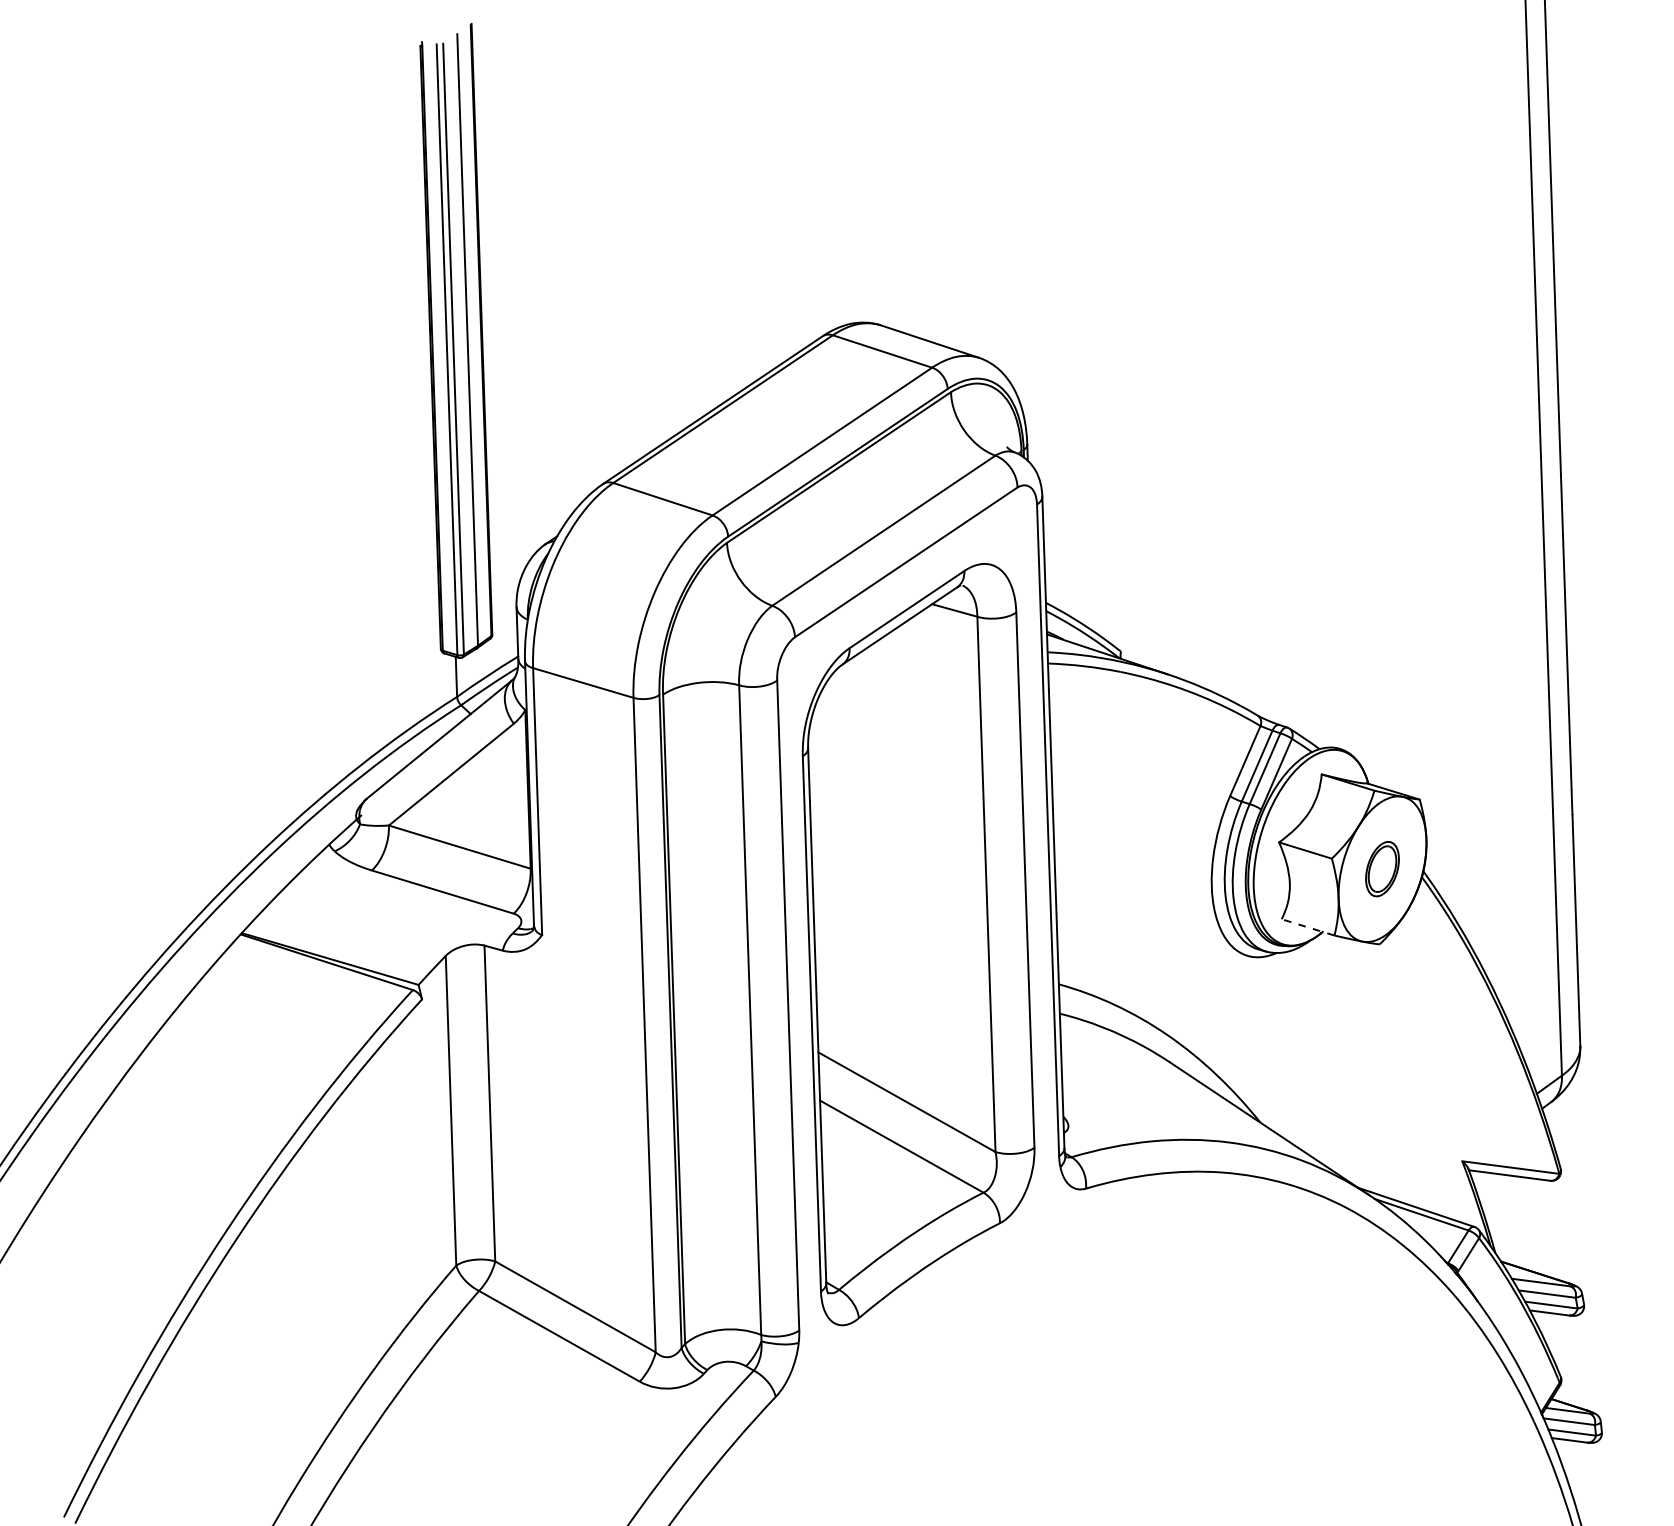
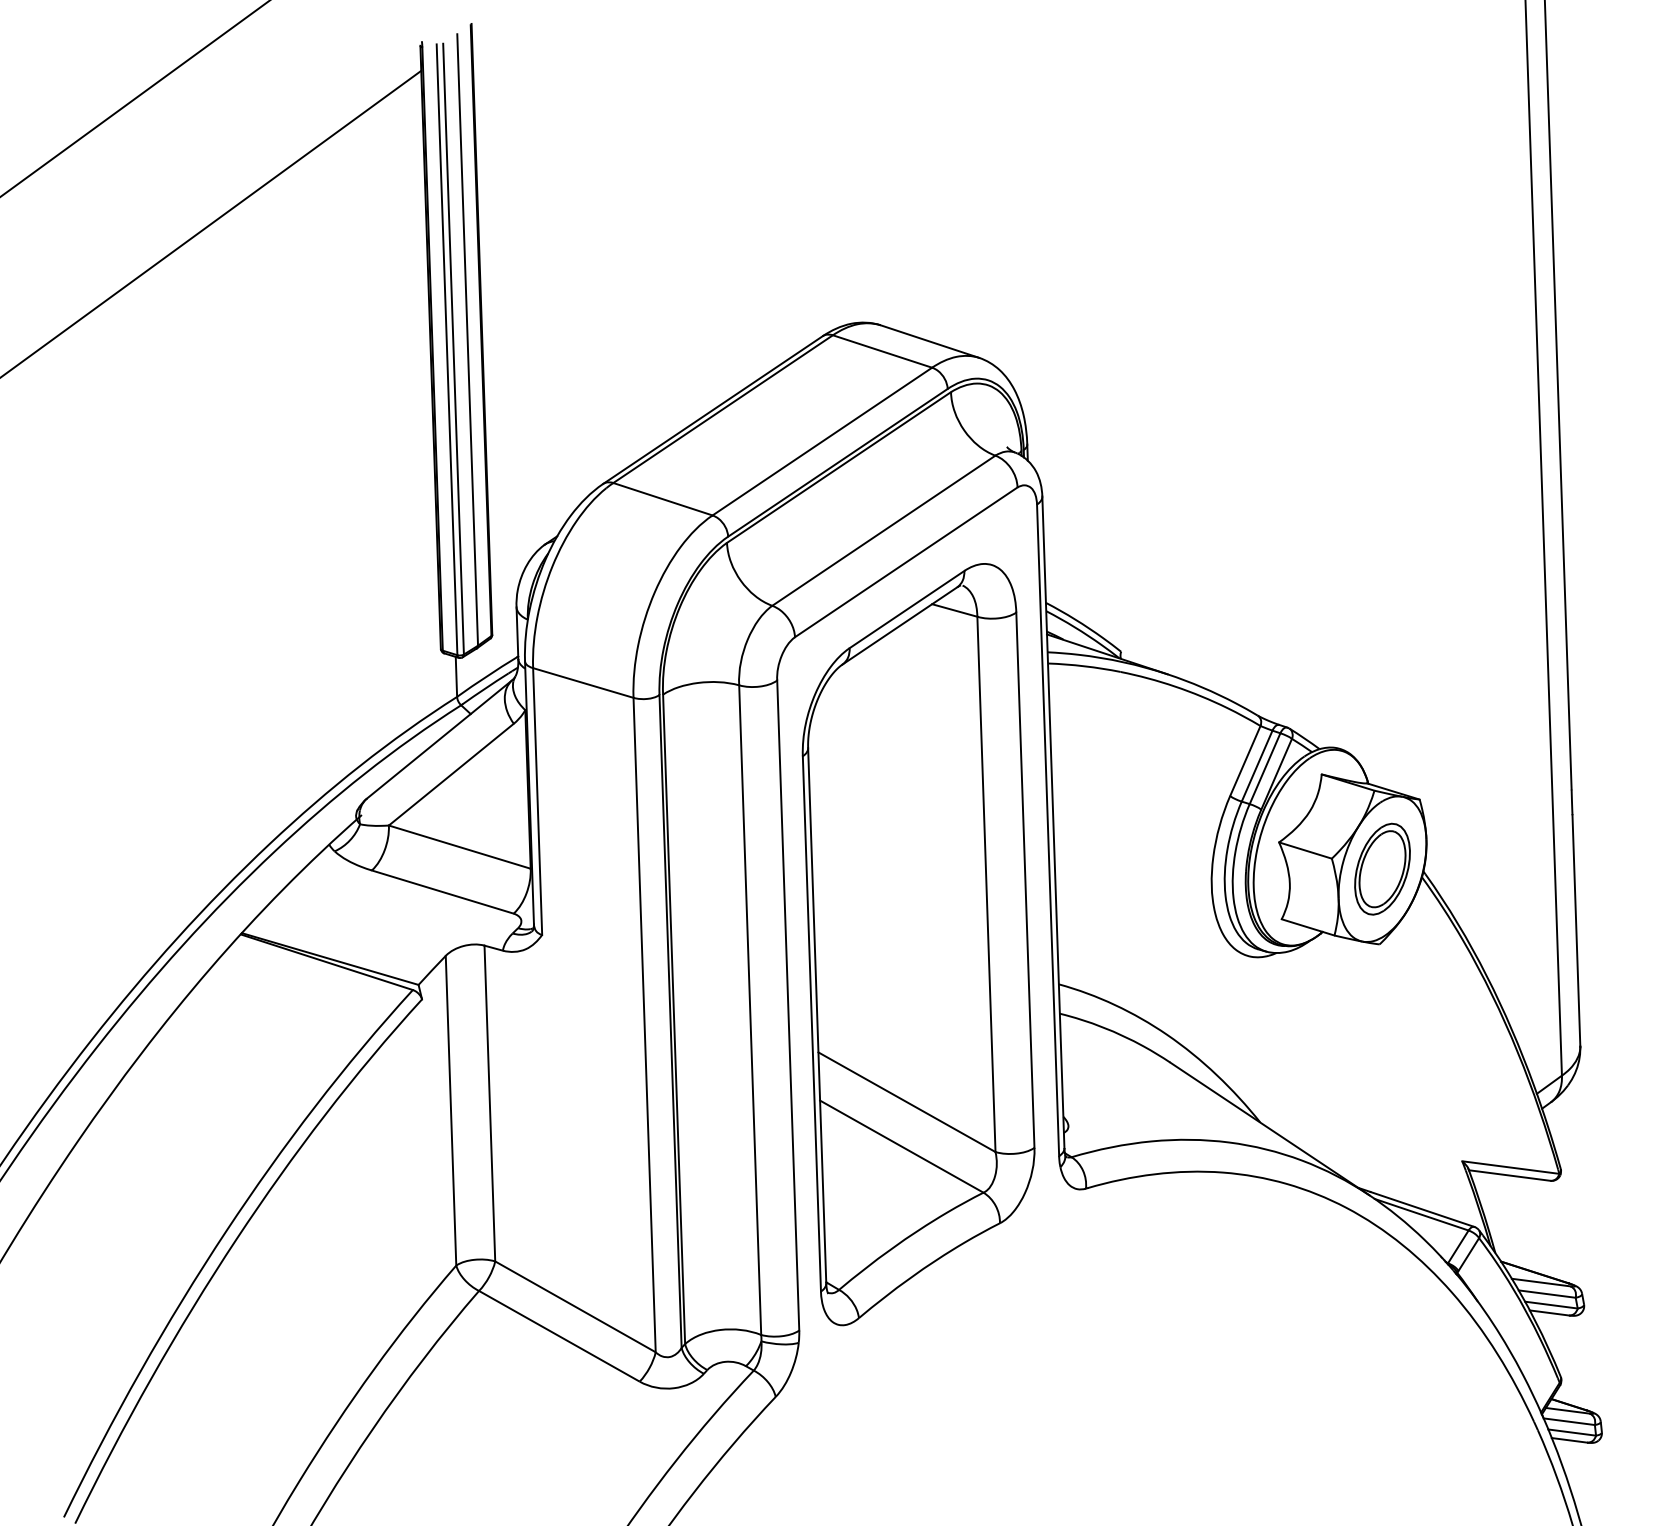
line at (134, 98): none -> present
line at (211, 223): none -> present
part at (1382, 869) size: 35x57 px -> 57x94 px
line at (1308, 927): dashed -> solid
